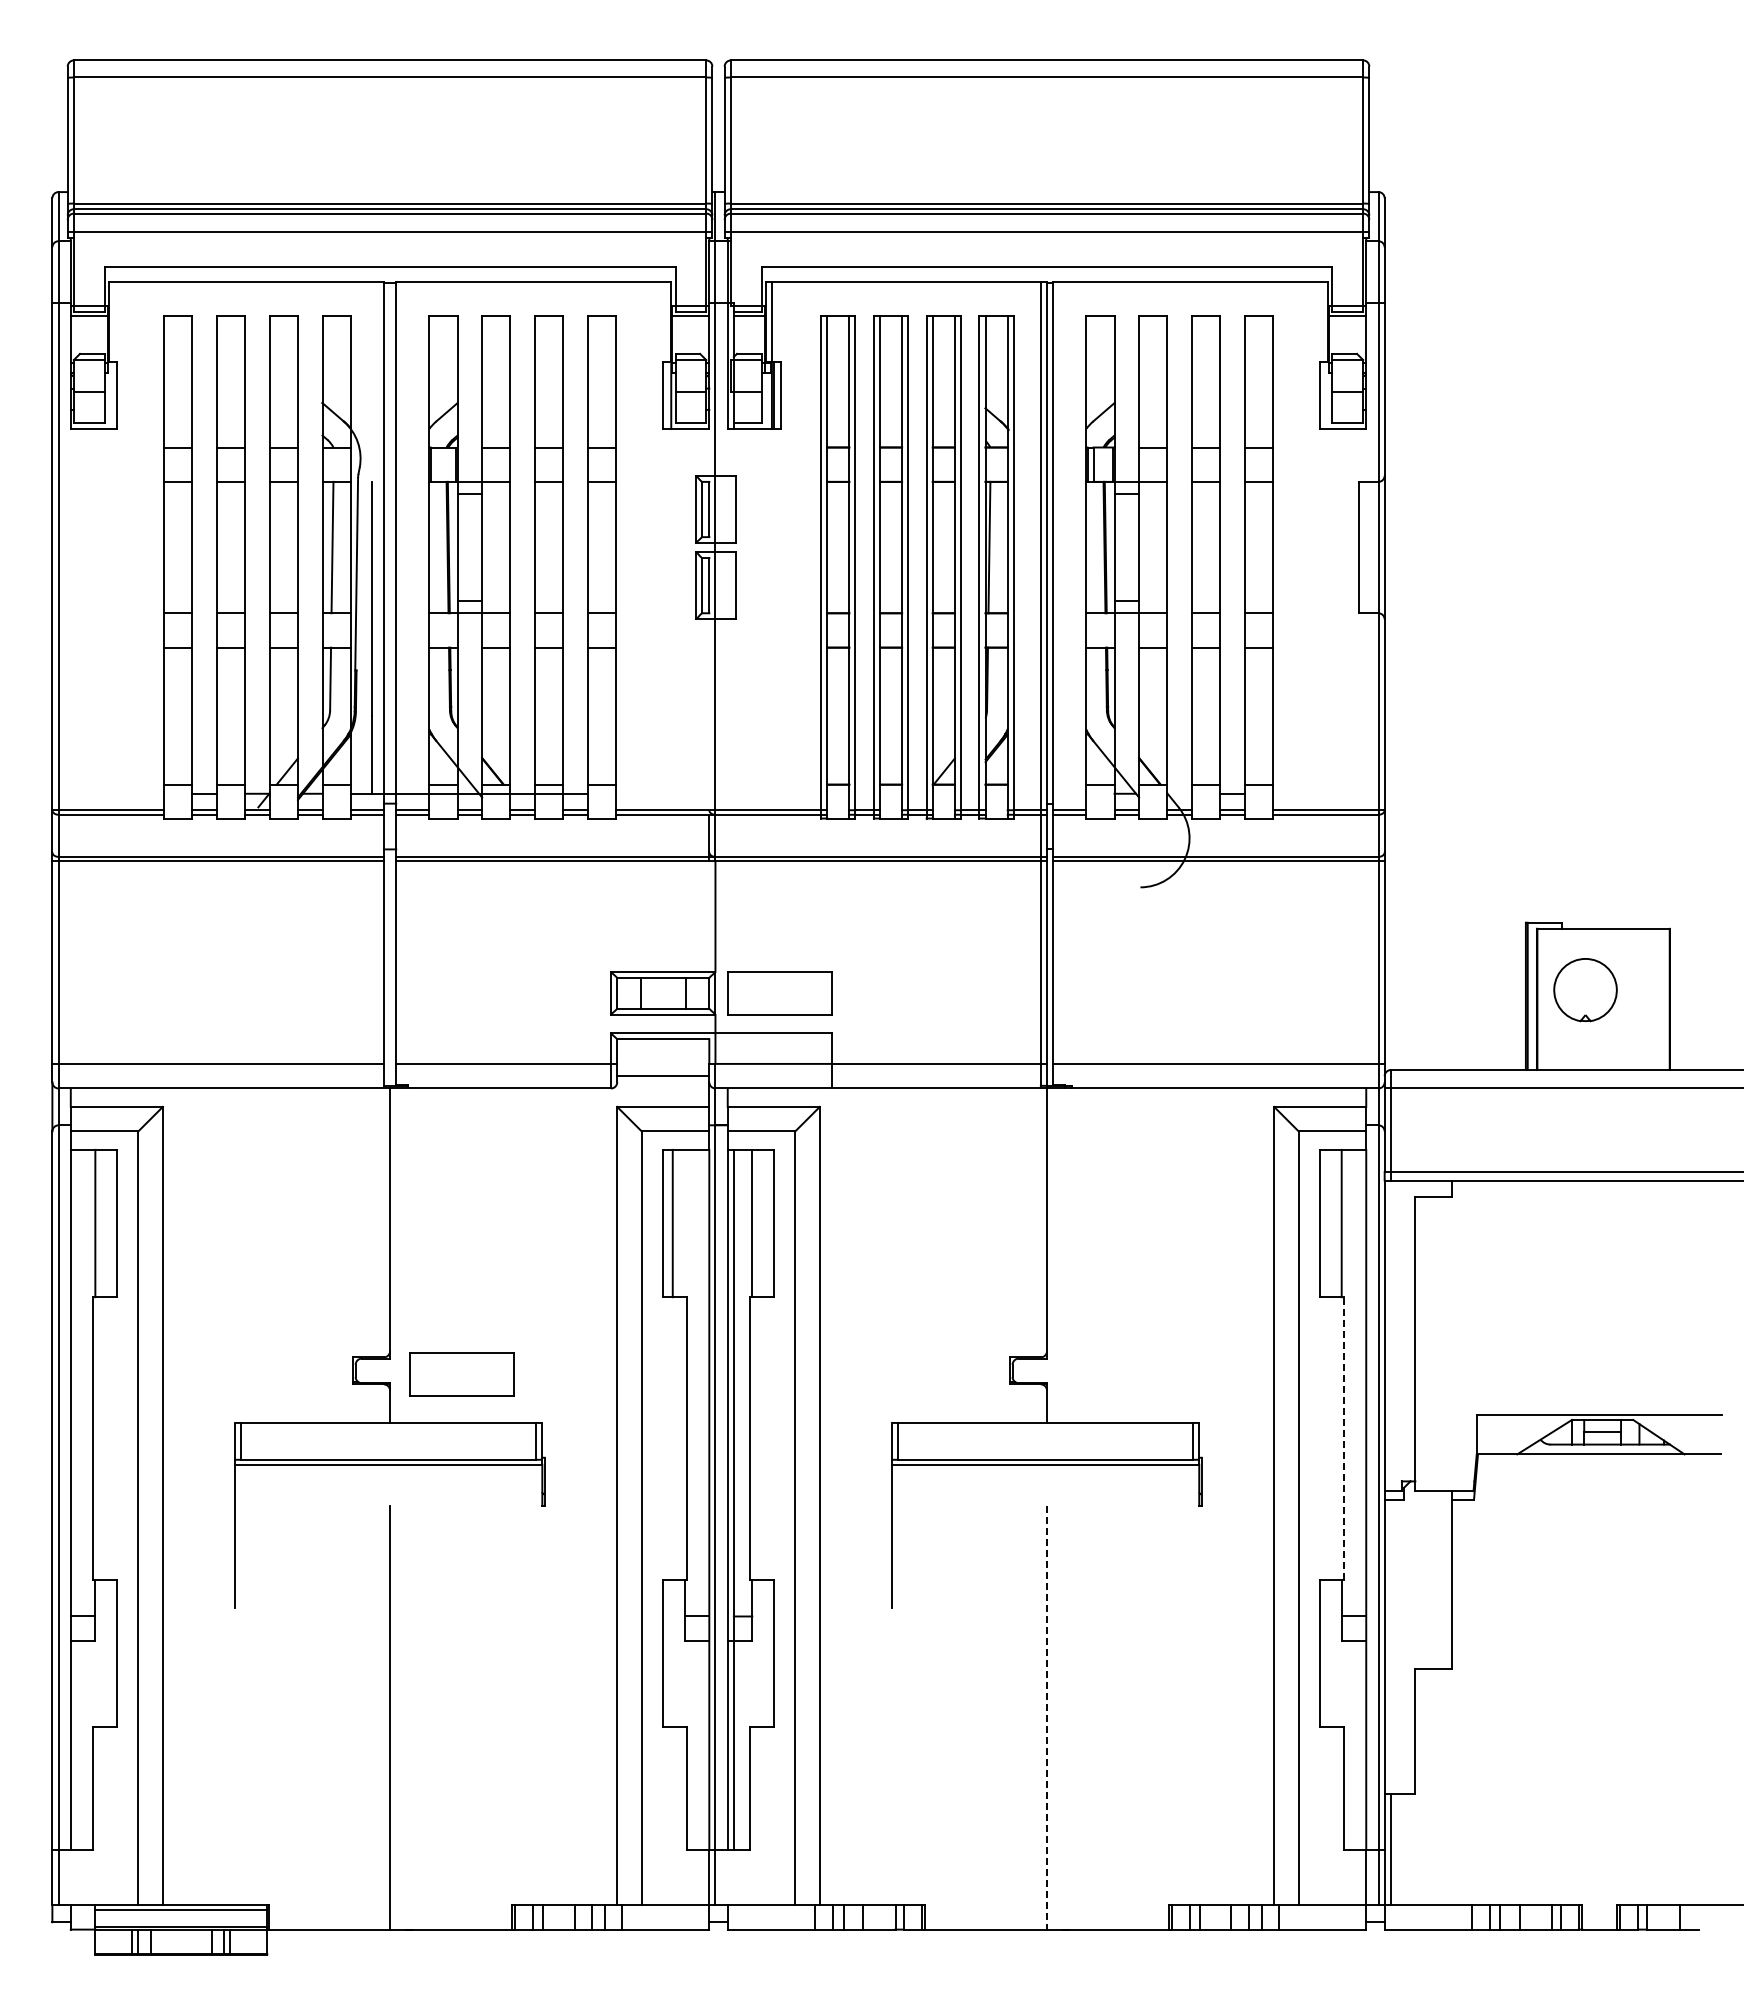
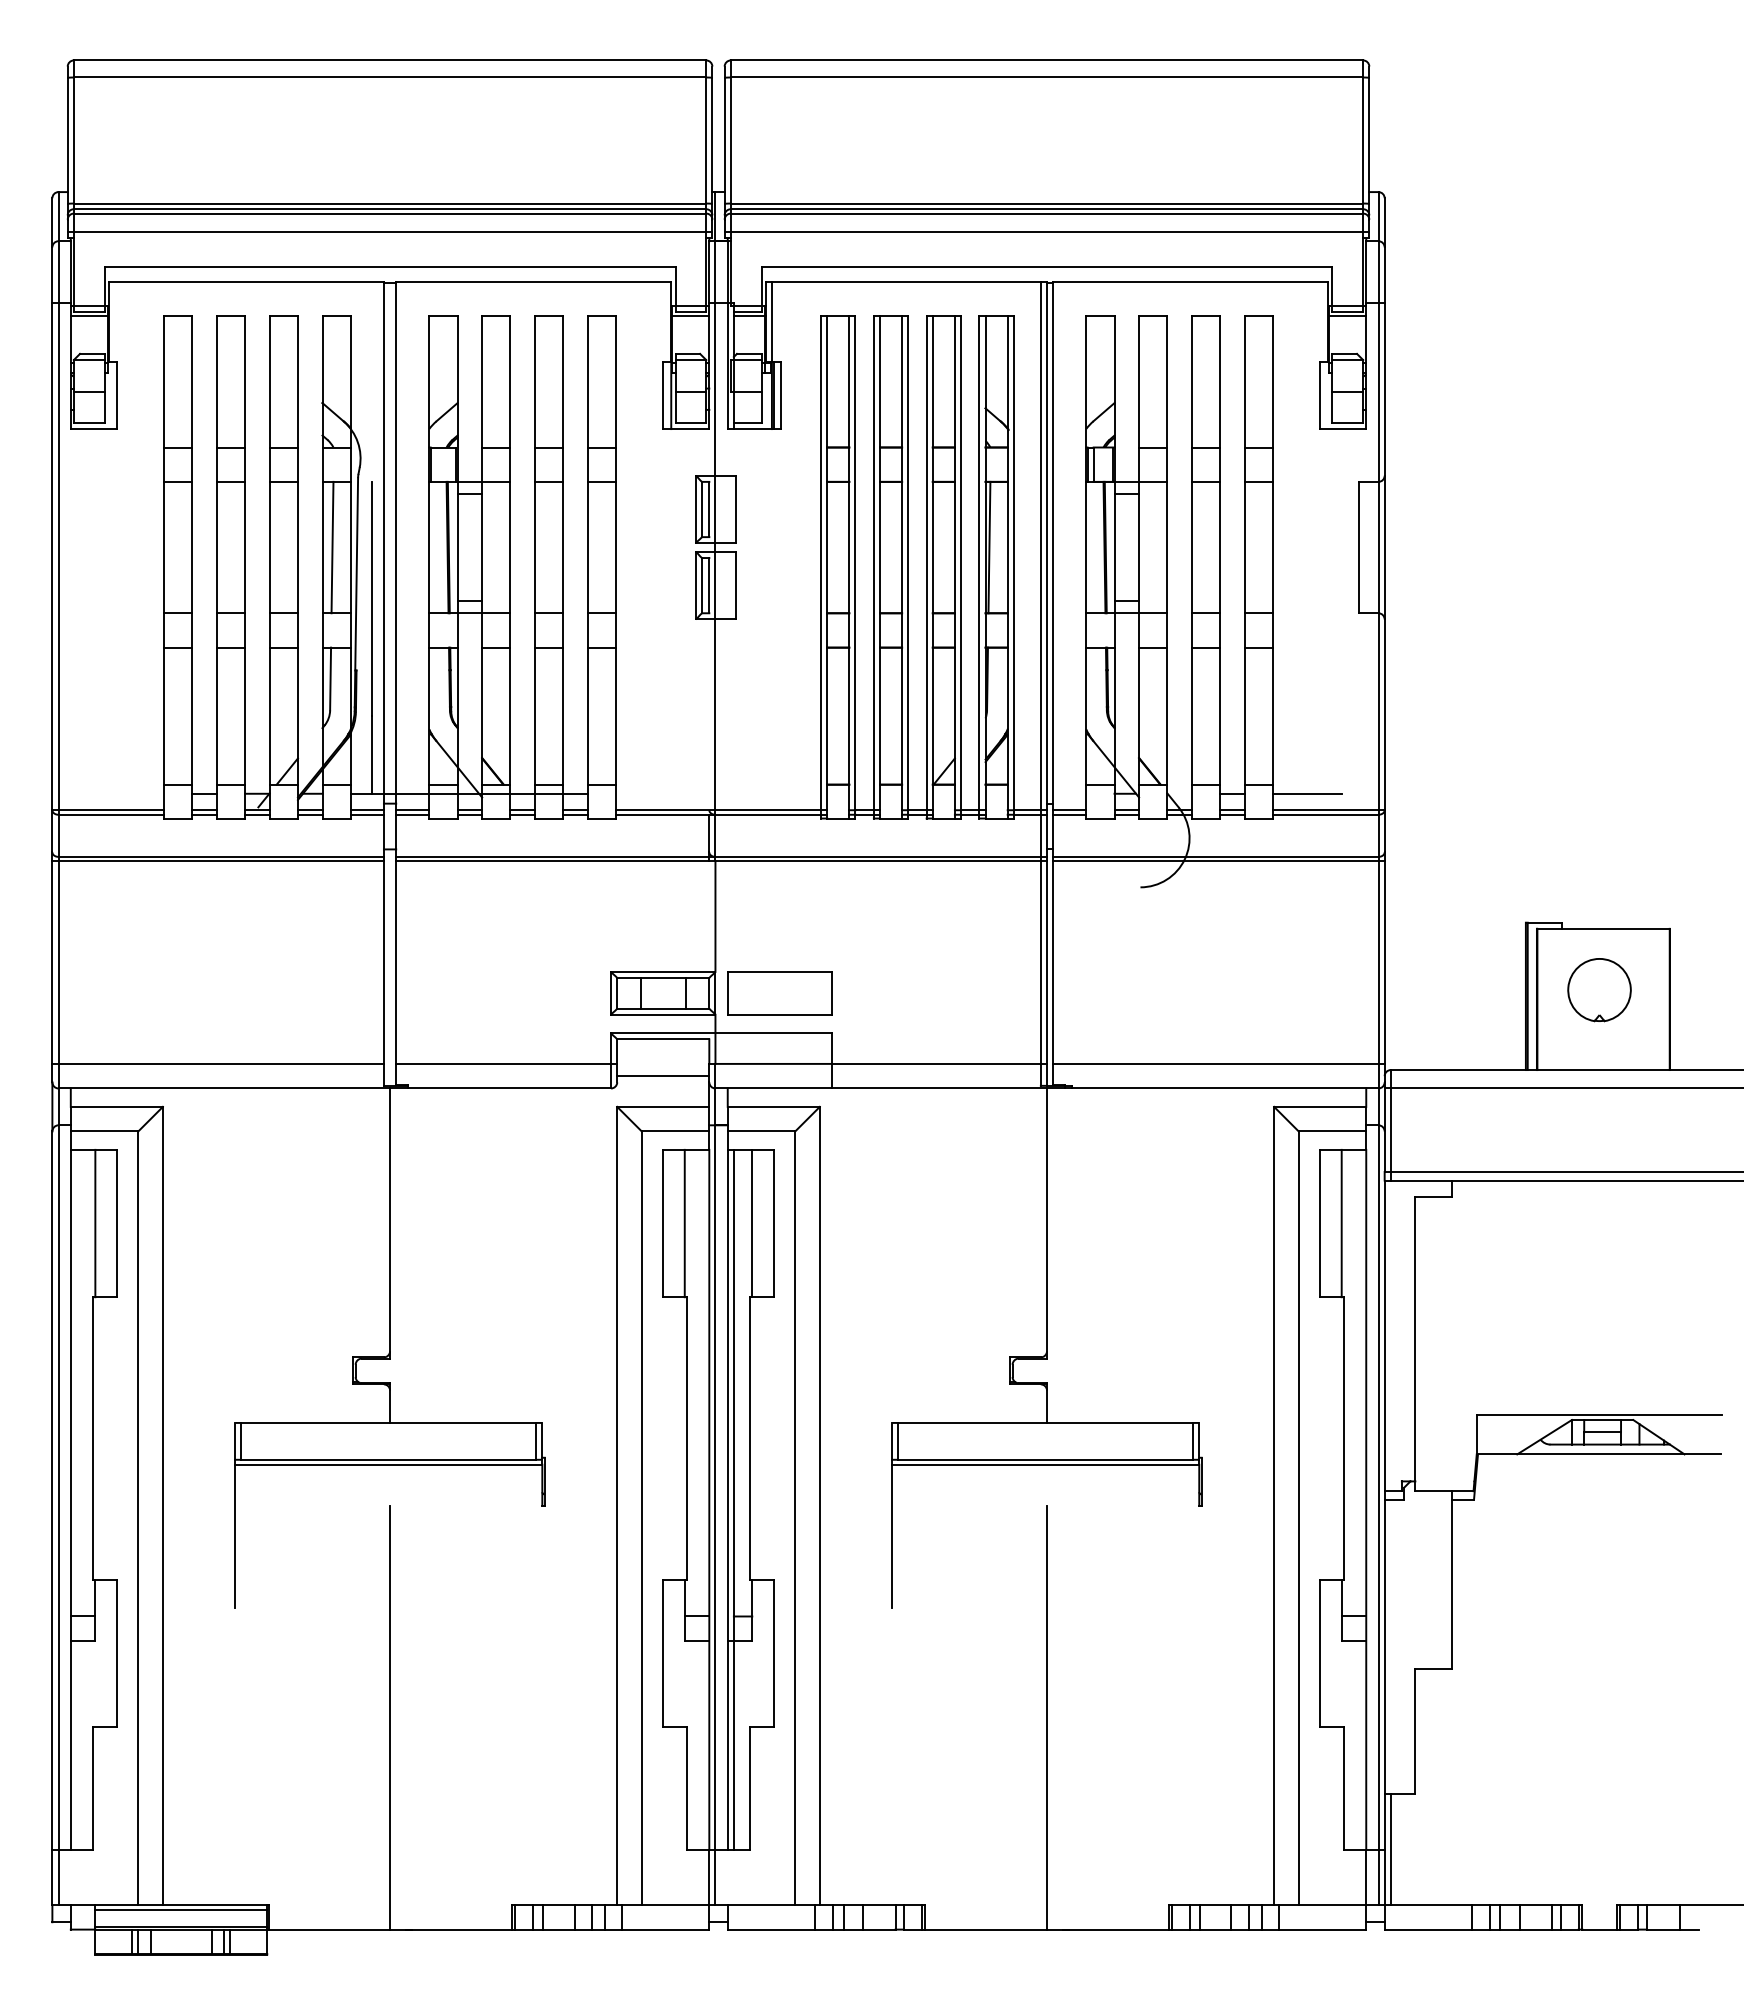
line at (1306, 793): none -> present
part at (1585, 990) position: (1585, 990) -> (1599, 990)
line at (672, 1223) position: (672, 1223) -> (684, 1223)
part at (461, 1374): present -> none
line at (1344, 1437): dashed -> solid
line at (1046, 1717): dashed -> solid
